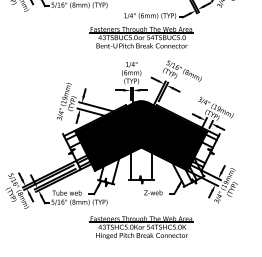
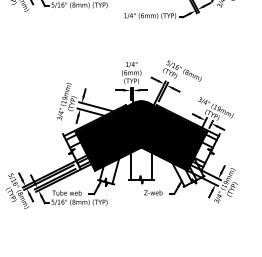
part at (141, 37): present -> none
part at (141, 227): present -> none
